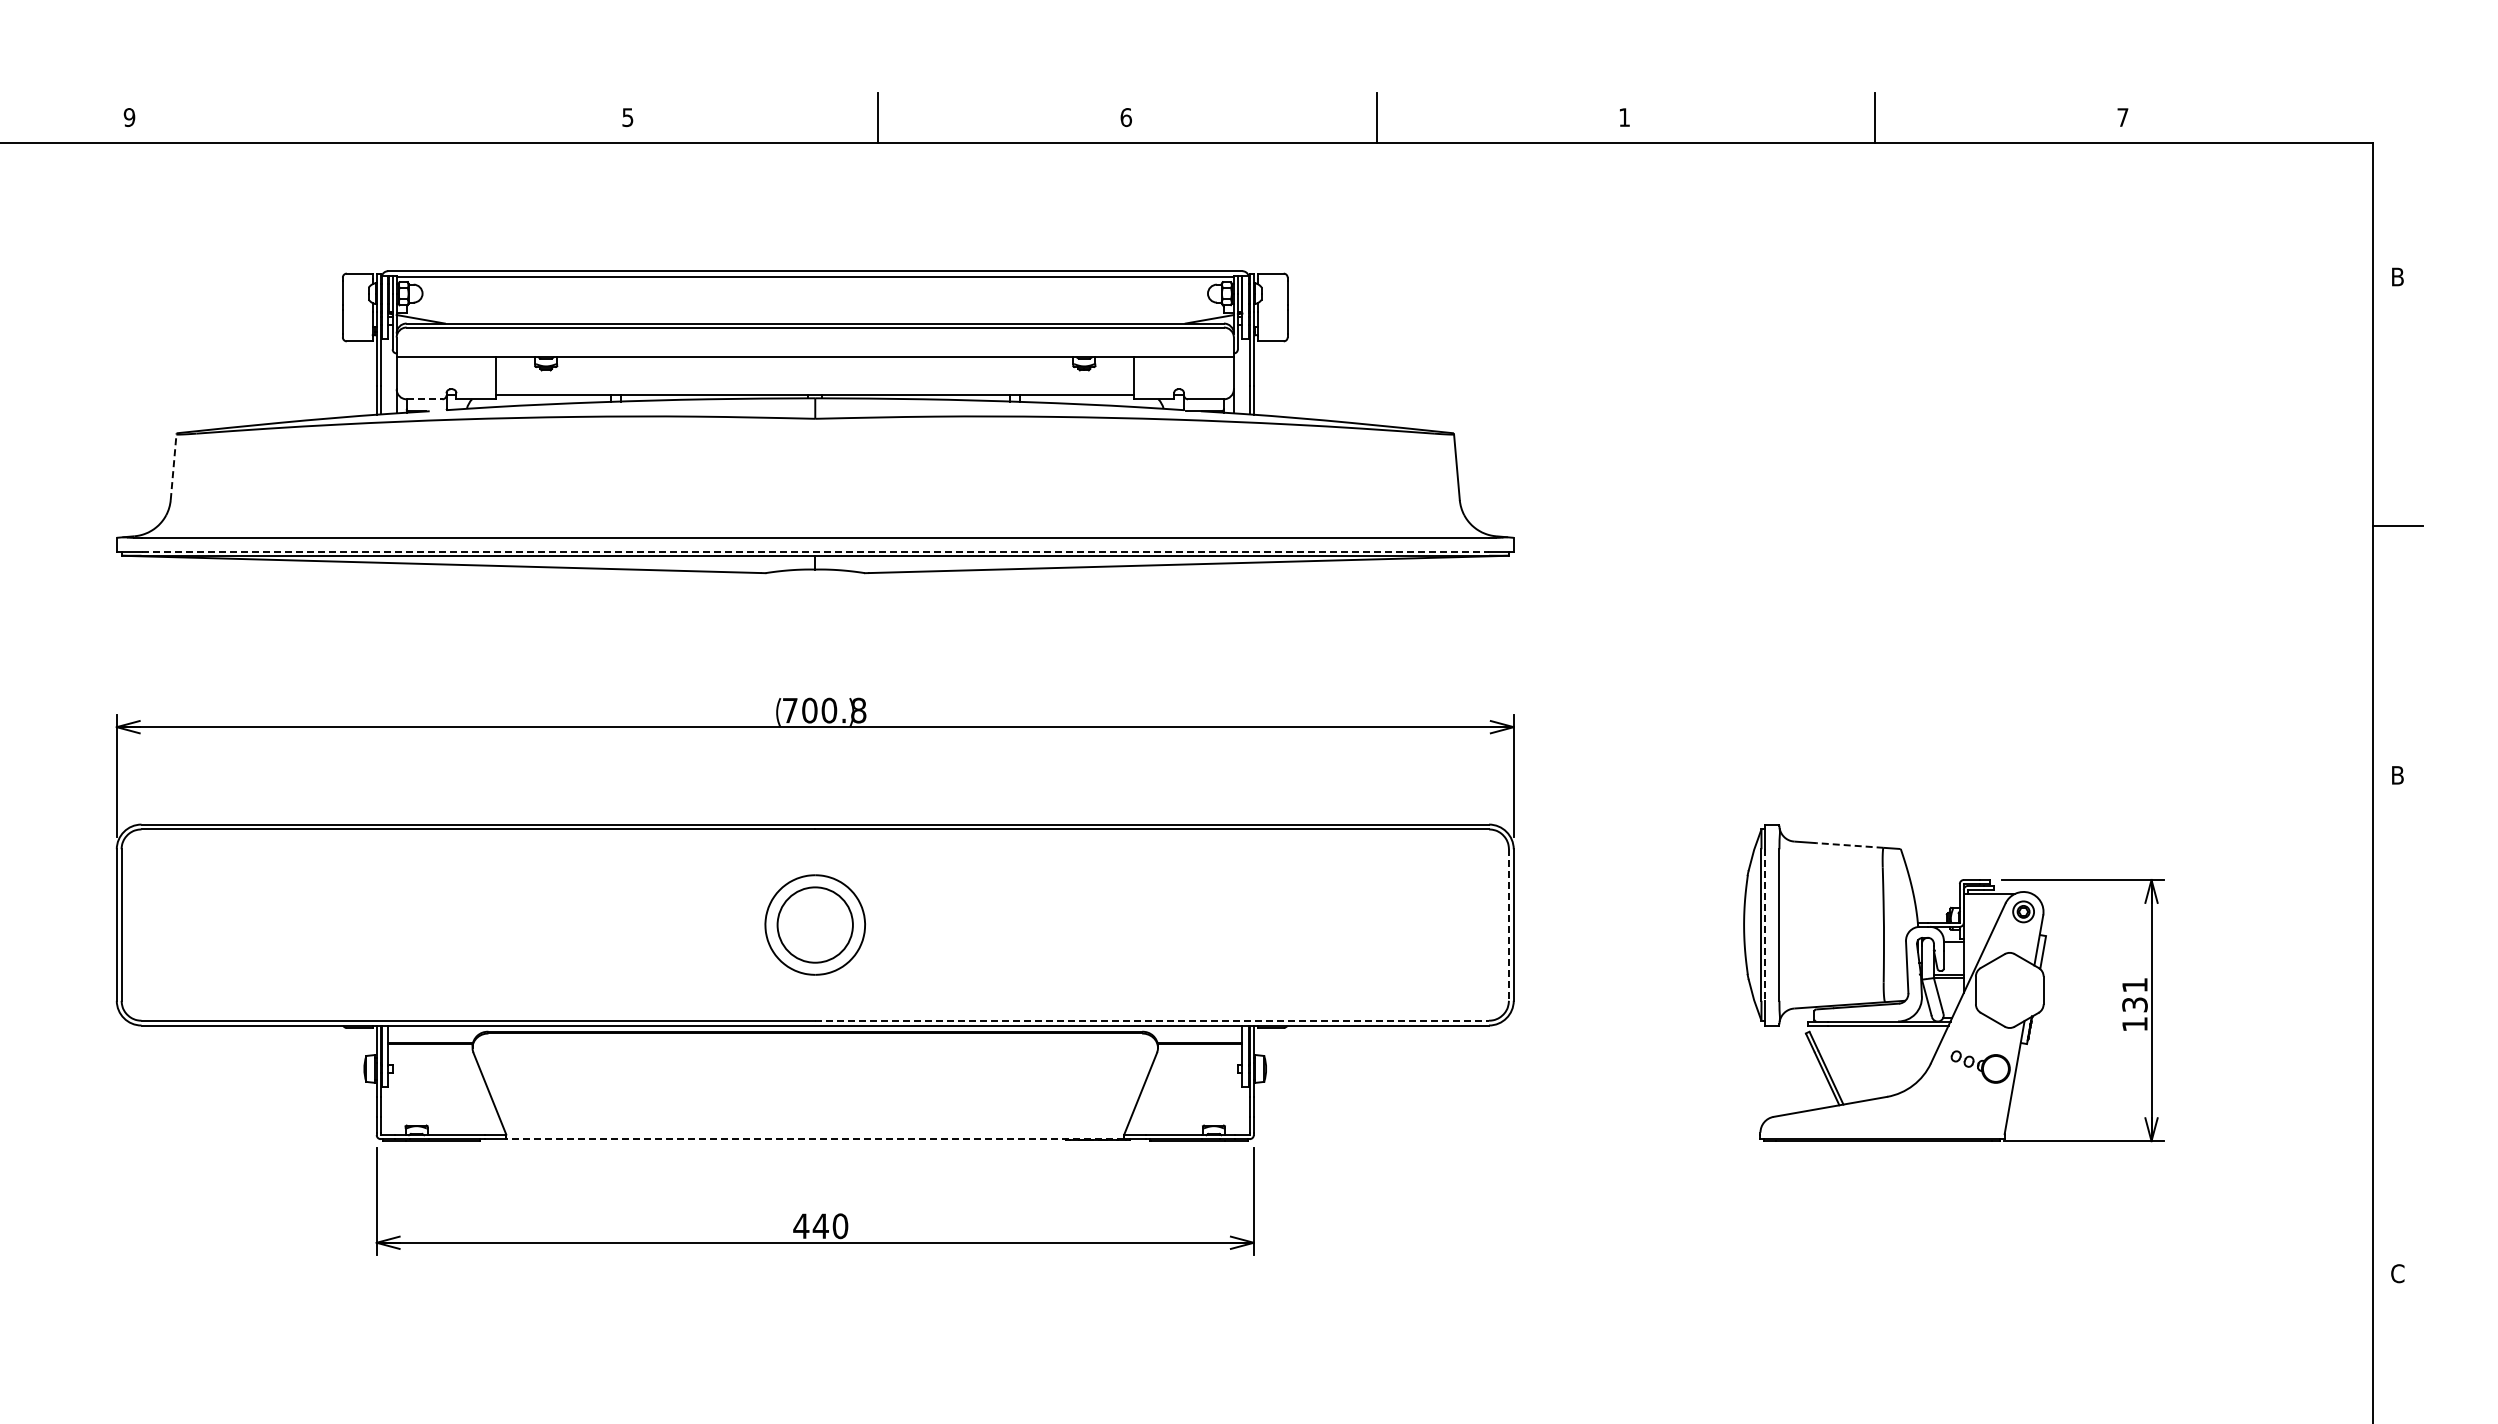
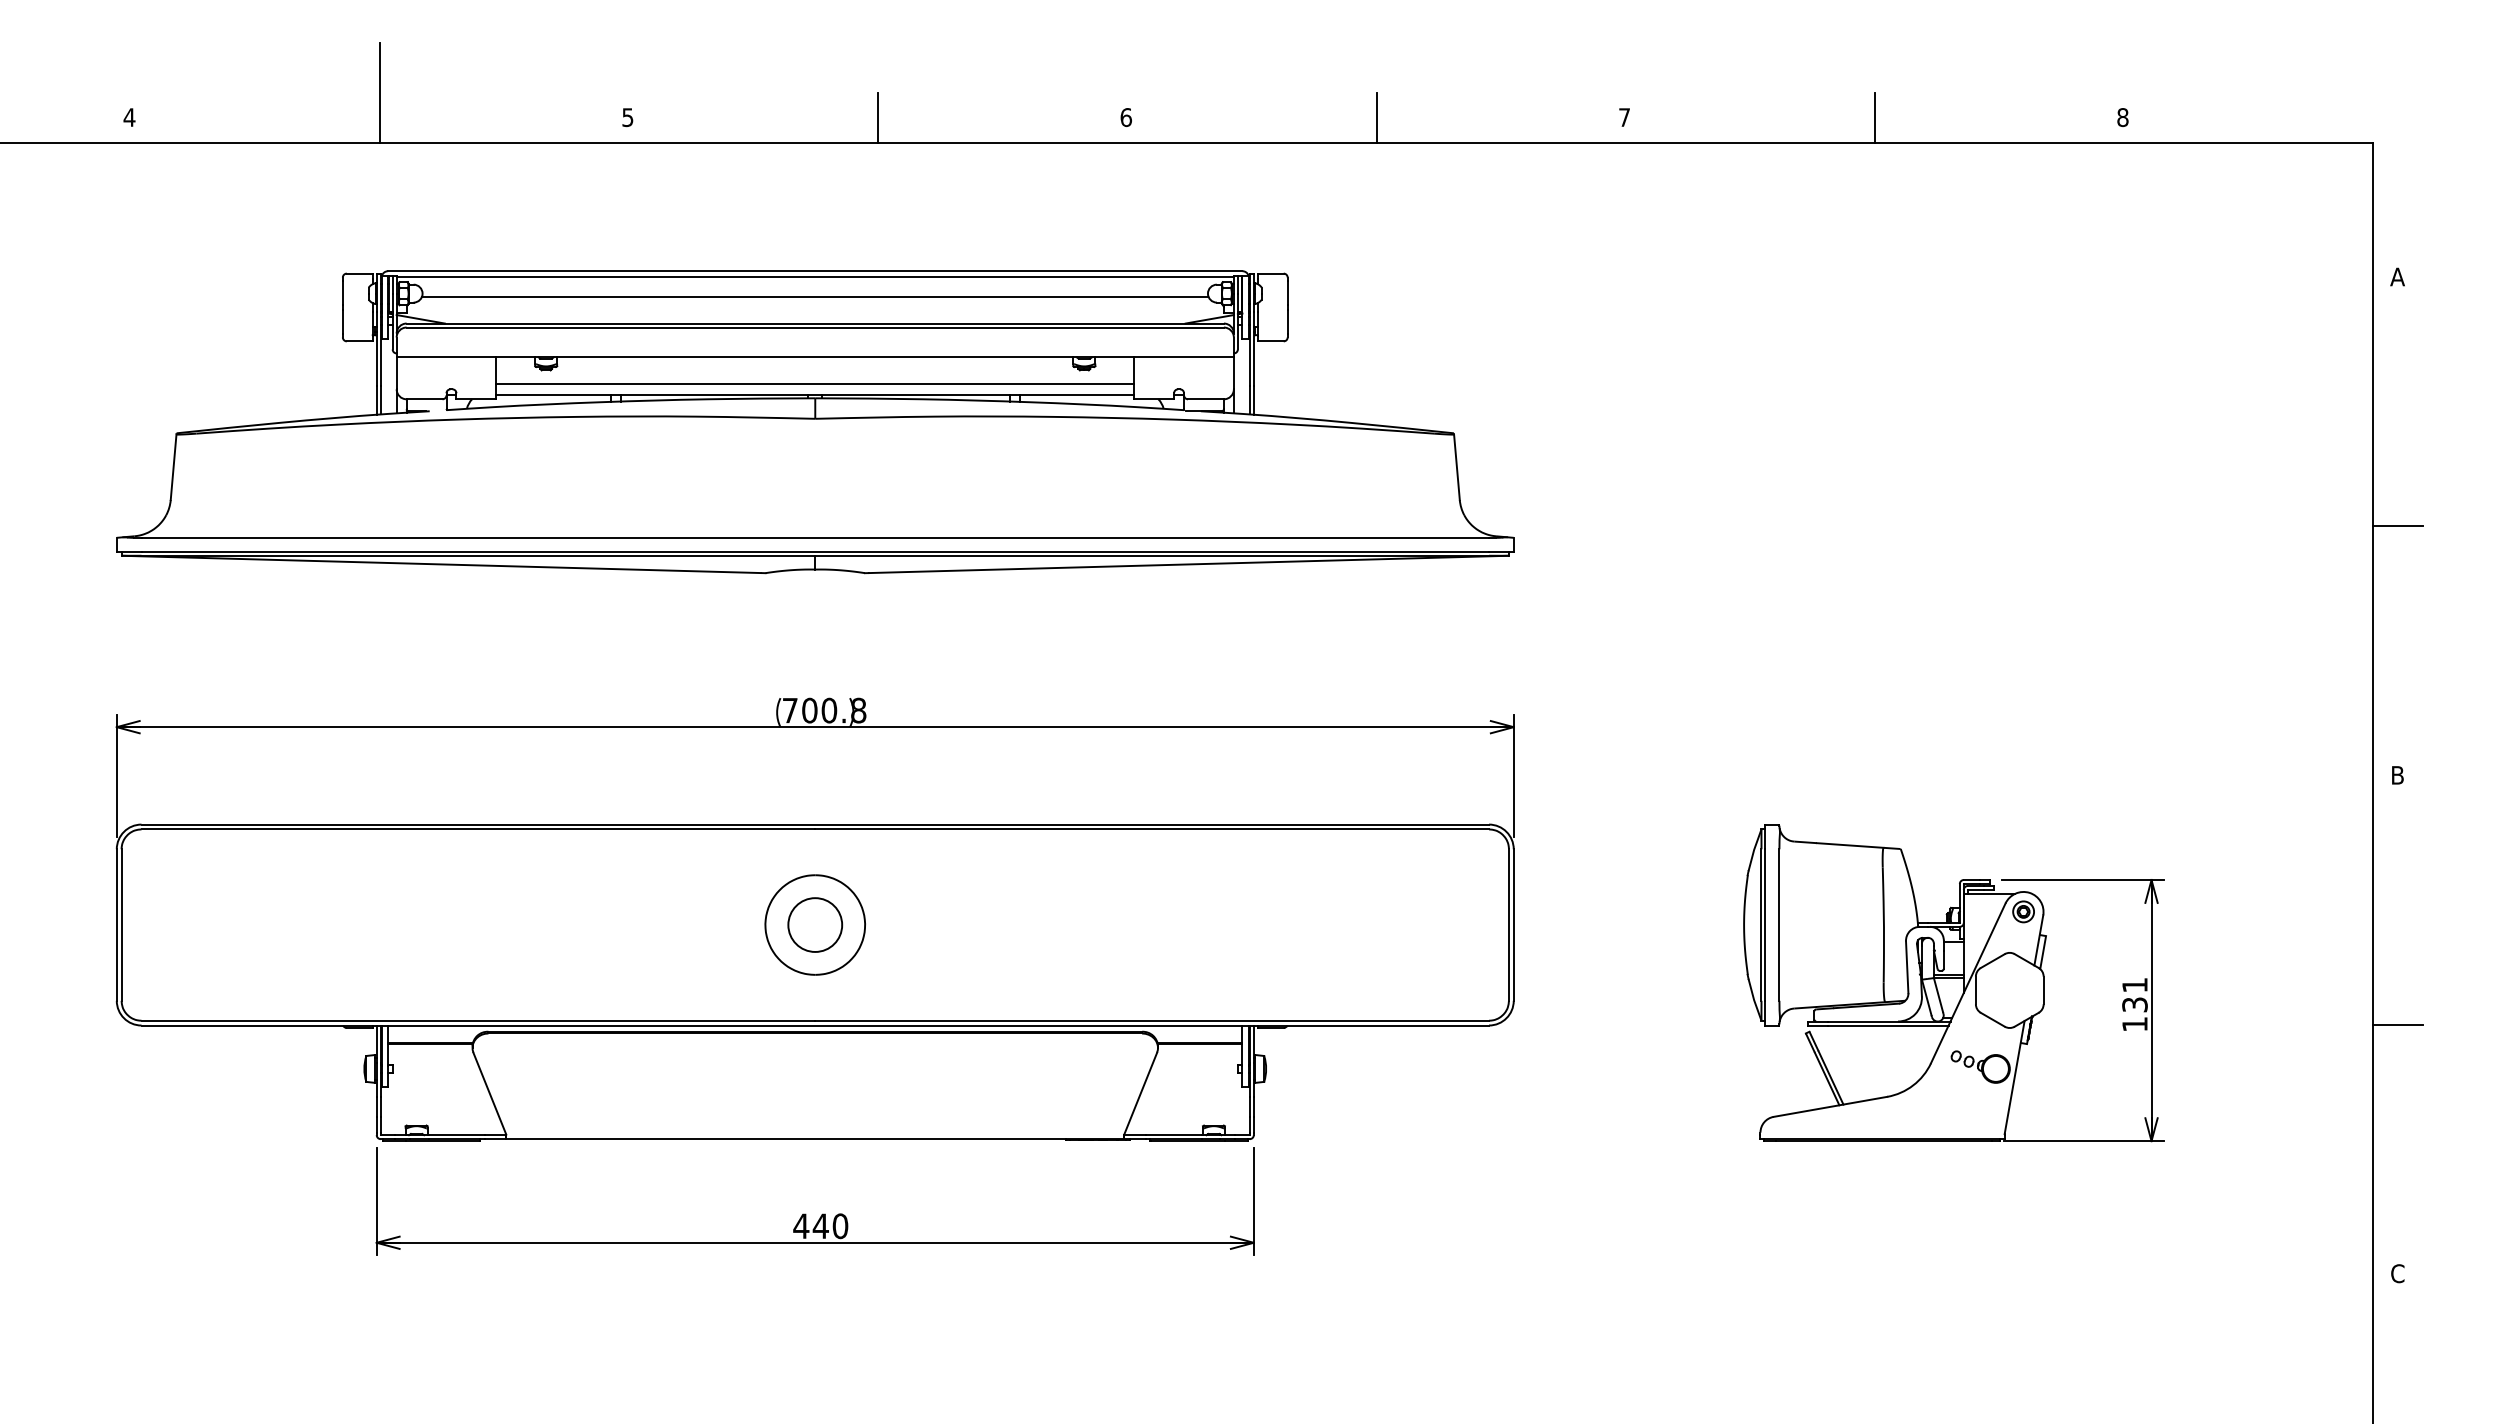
line at (379, 92): none -> present
text at (129, 117): 9 -> 4
text at (1624, 117): 1 -> 7
text at (2122, 117): 7 -> 8
text at (2397, 276): B -> A
line at (815, 296): none -> present
line at (815, 383): none -> present
line at (424, 399): dashed -> solid
line at (173, 467): dashed -> solid
line at (815, 551): dashed -> solid
line at (1849, 845): dashed -> solid
circle at (814, 924) diameter: 75 px -> 54 px
line at (1508, 925): dashed -> solid
line at (1765, 925): dashed -> solid
line at (1152, 1020): dashed -> solid
line at (2398, 1024): none -> present
line at (815, 1139): dashed -> solid
